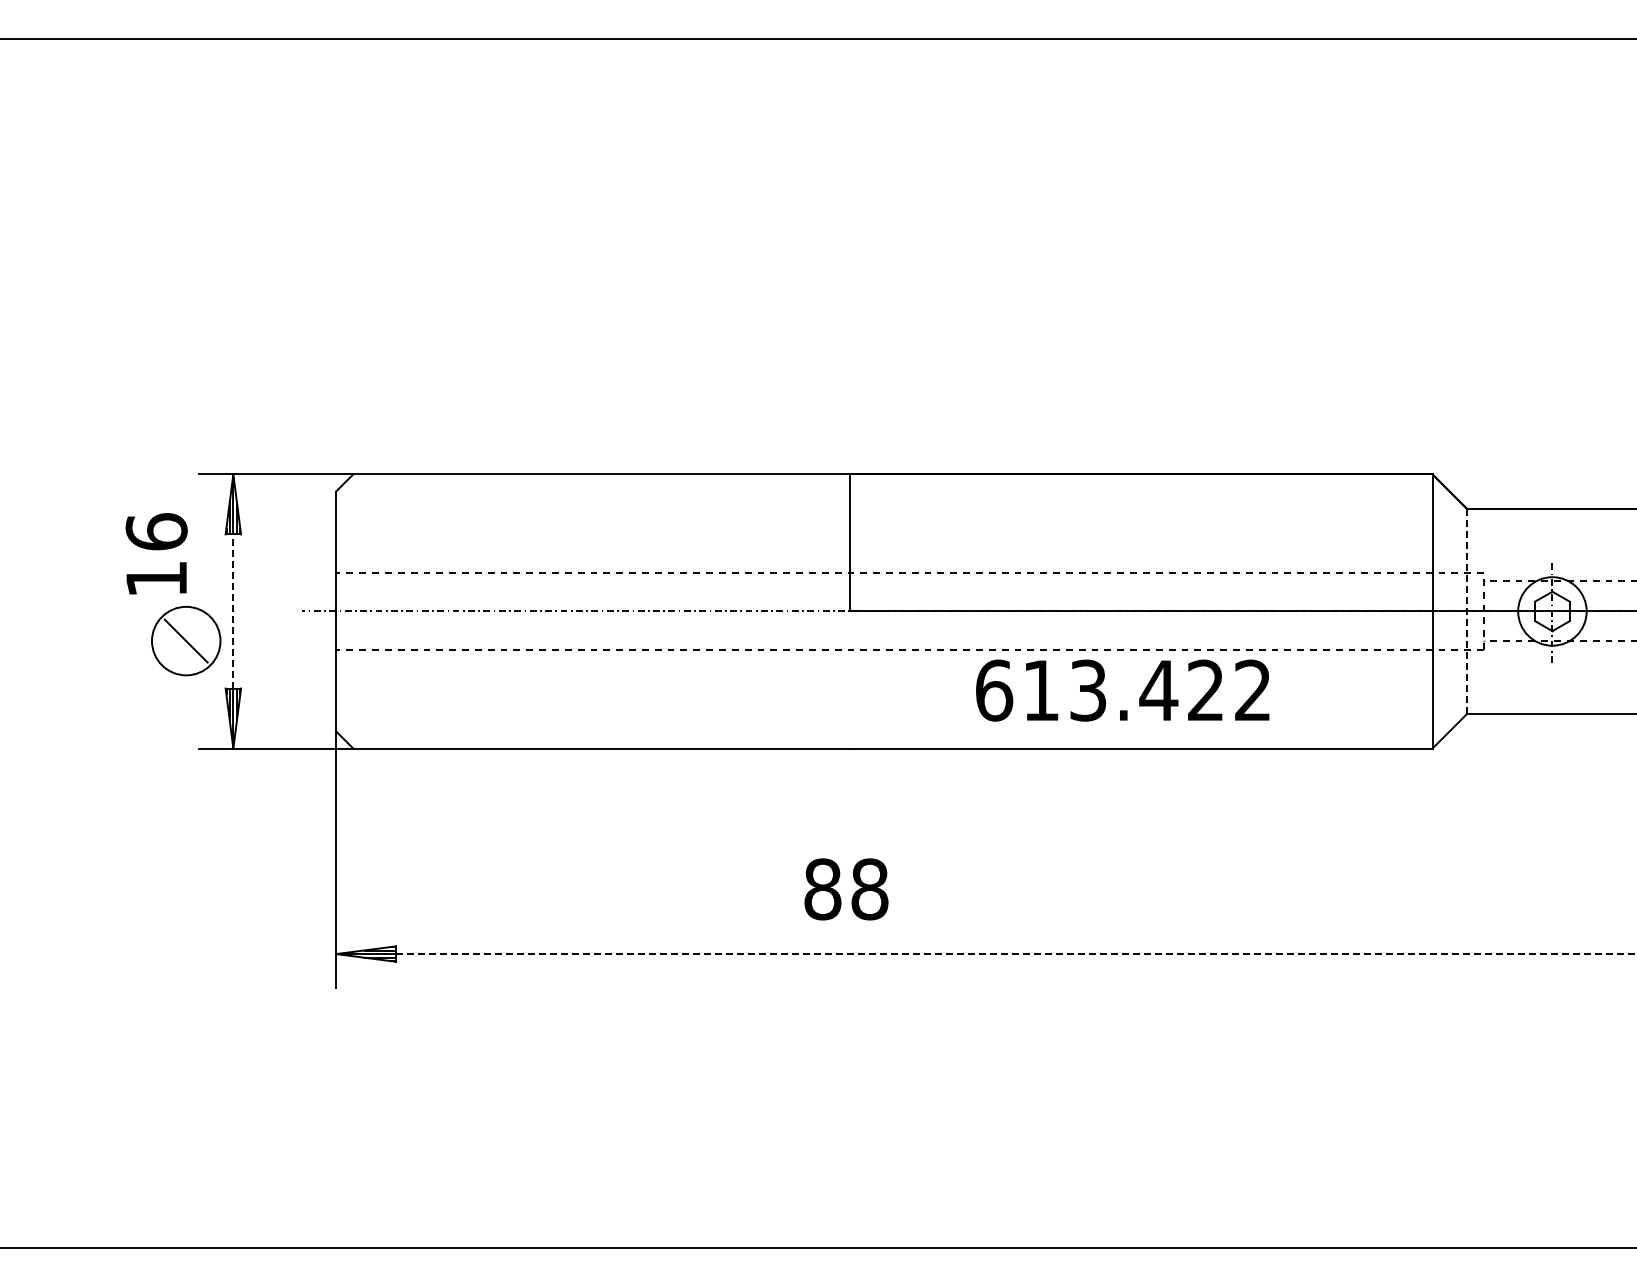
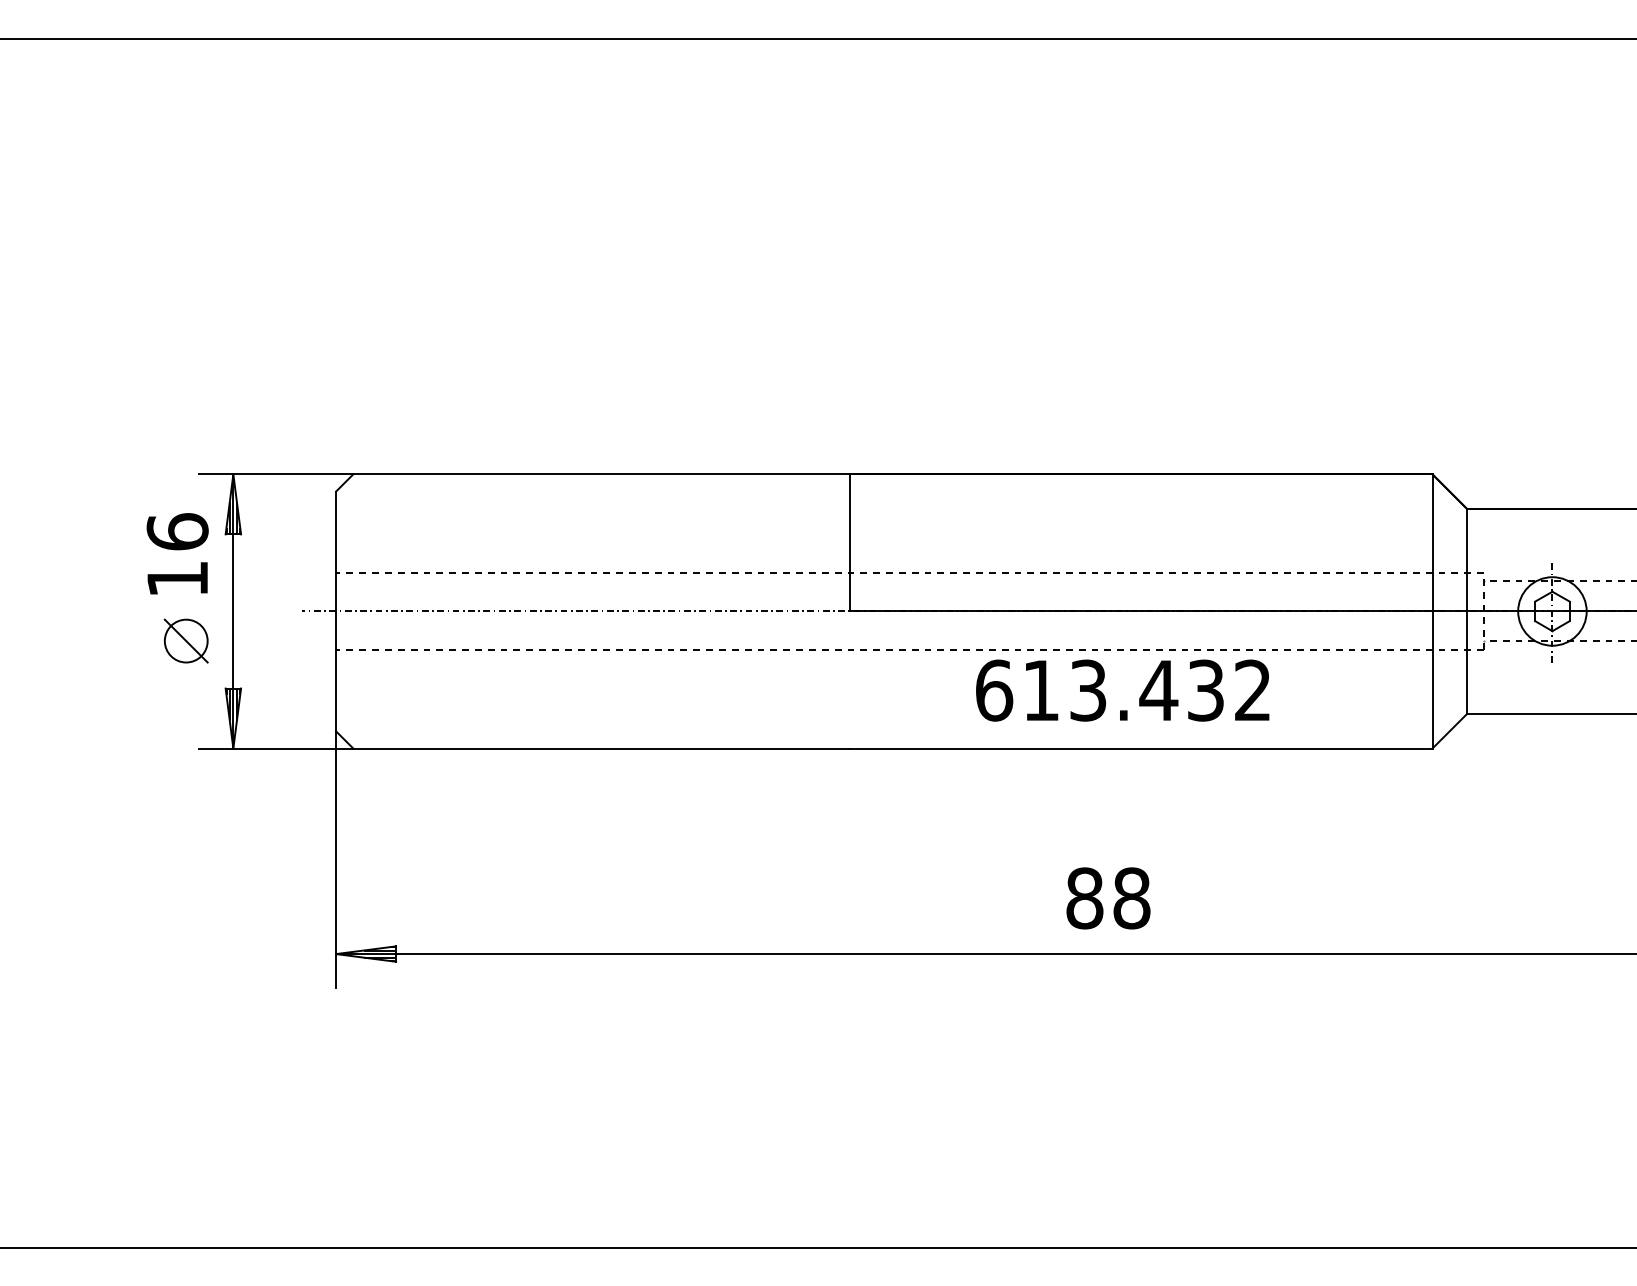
text at (156, 553) position: (156, 553) -> (177, 553)
line at (233, 610): dashed -> solid
line at (1466, 611): dashed -> solid
circle at (186, 640) diameter: 69 px -> 43 px
text at (1205, 690): 613.422 -> 613.432
text at (846, 889) position: (846, 889) -> (1108, 898)
line at (1016, 954): dashed -> solid
